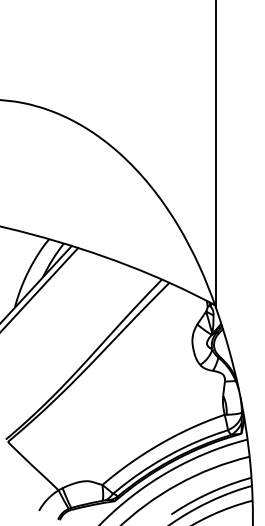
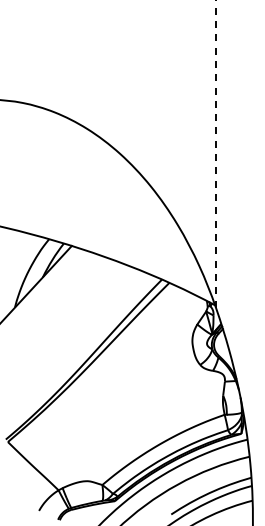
line at (215, 154): solid -> dashed
line at (40, 288): present -> none
